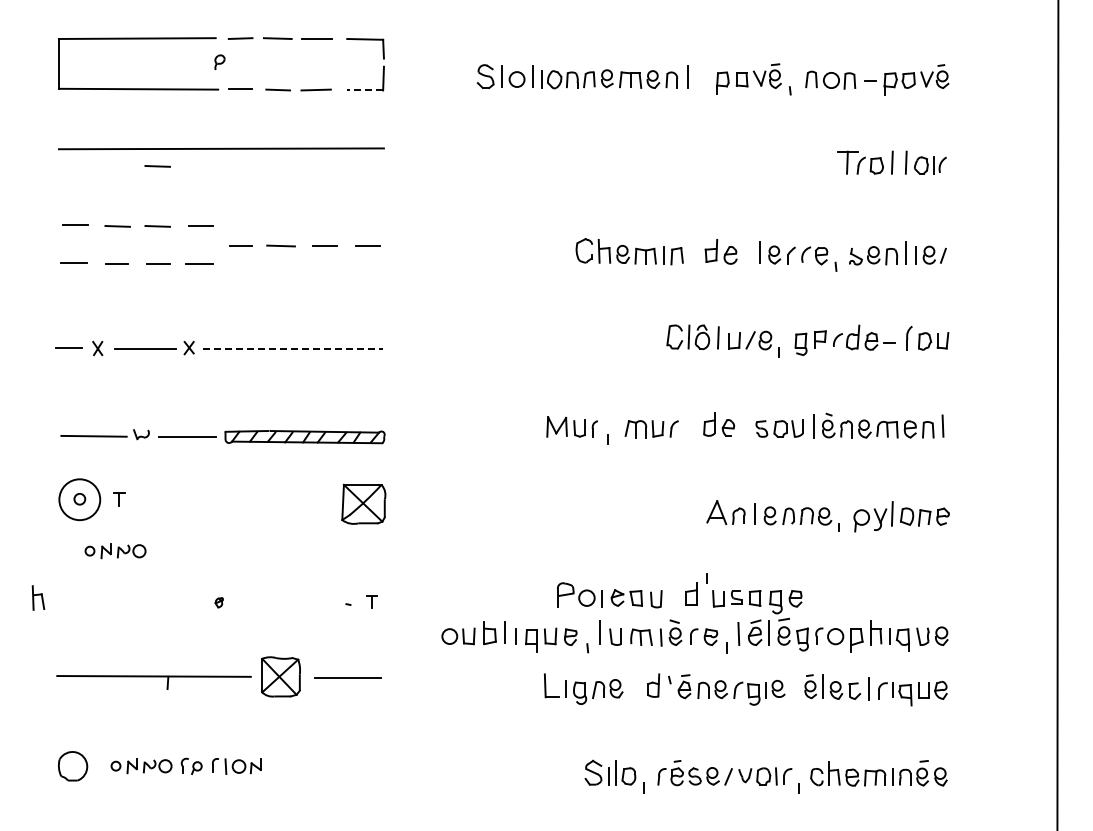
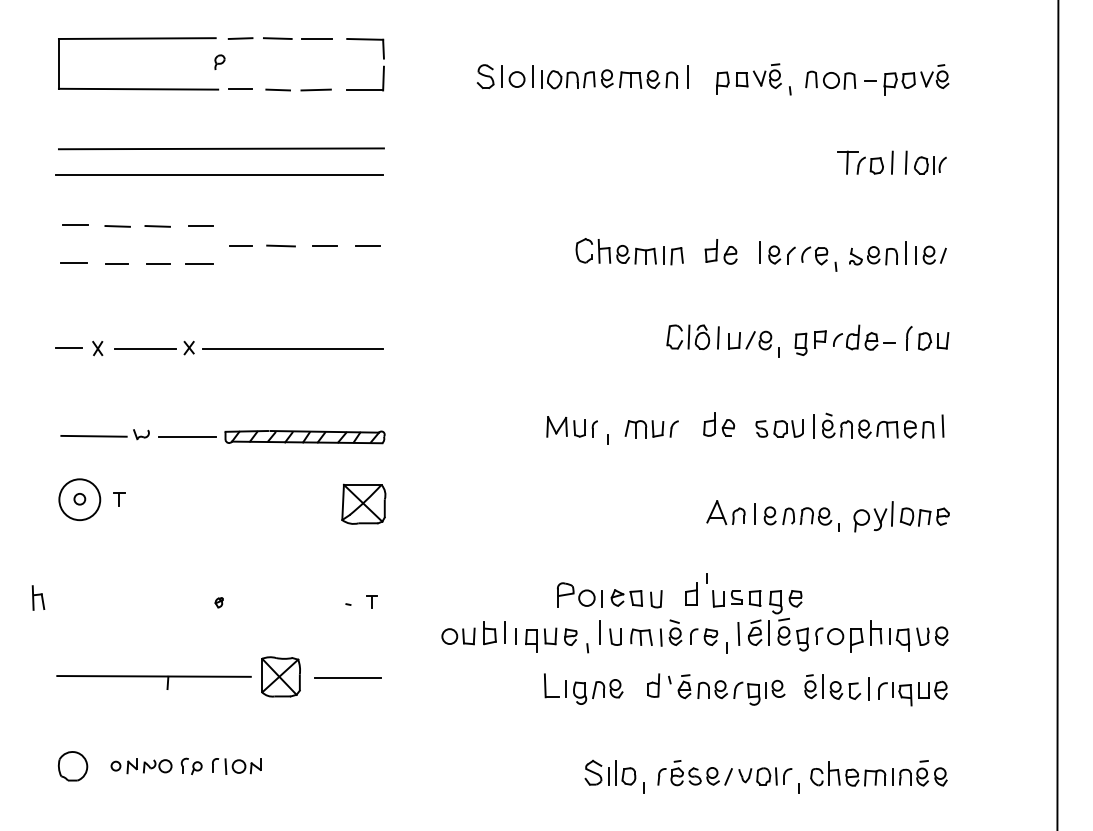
line at (365, 90): dashed -> solid
line at (157, 166): present -> none
line at (219, 174): none -> present
line at (293, 348): dashed -> solid
part at (115, 551): present -> none
